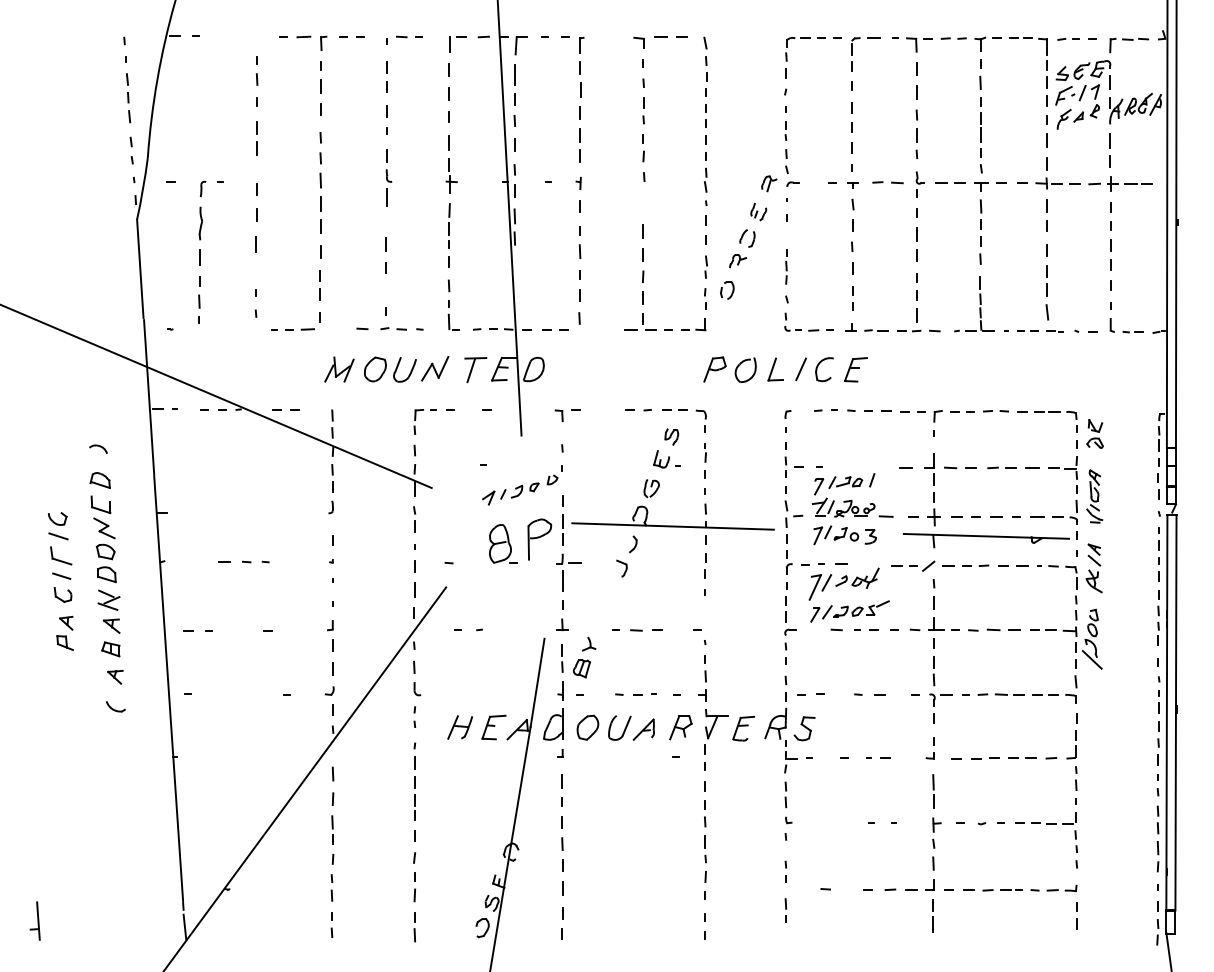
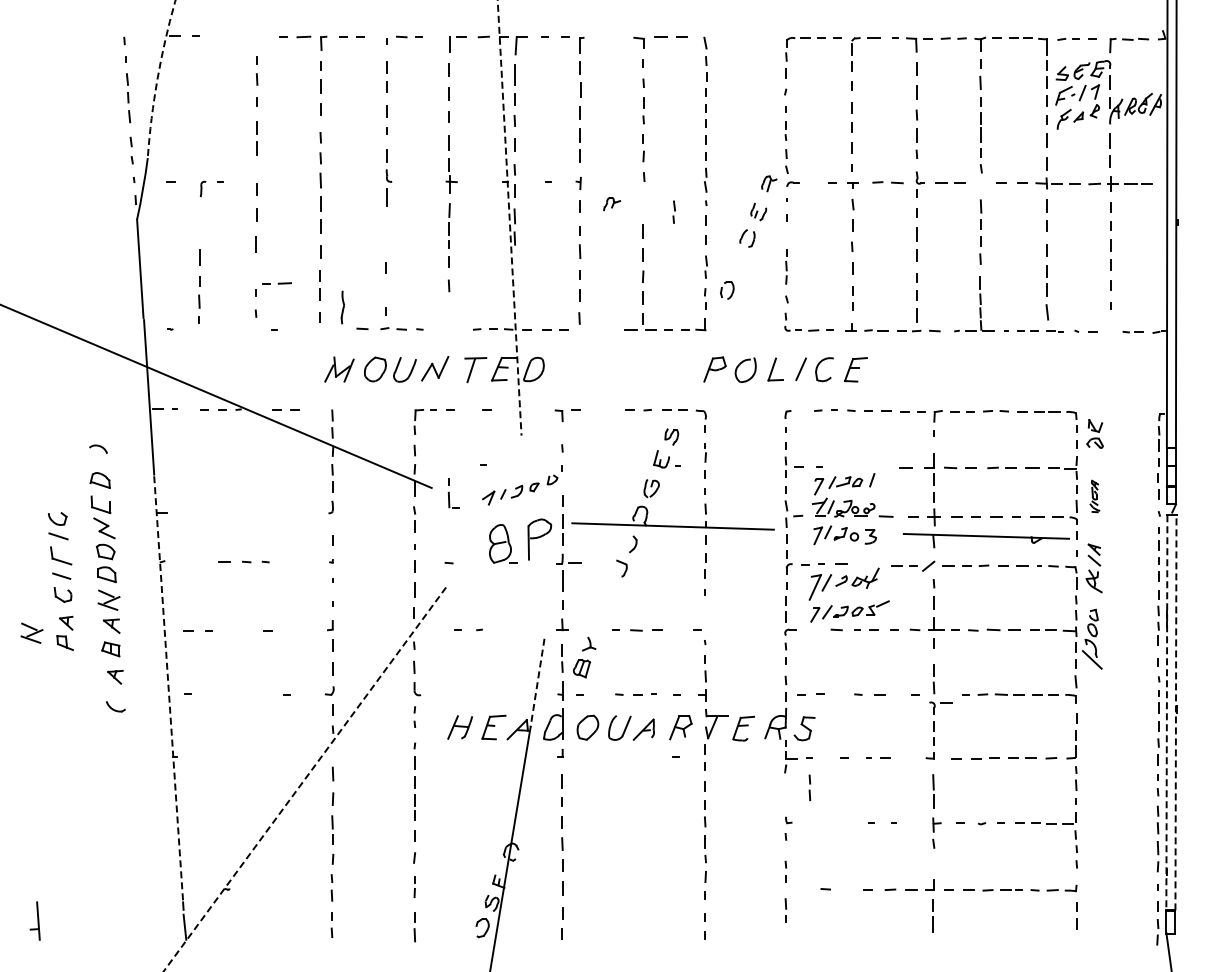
arc at (157, 78): solid -> dashed
part at (981, 186): present -> none
part at (673, 211): none -> present
line at (509, 218): solid -> dashed
part at (200, 223) position: (200, 223) -> (342, 307)
line at (385, 244): present -> none
part at (738, 261) position: (738, 261) -> (612, 204)
part at (453, 315) position: (453, 315) -> (453, 493)
part at (1111, 325): present -> none
line at (300, 329) position: (300, 329) -> (277, 283)
part at (1094, 496) size: 18x55 px -> 12x35 px
part at (31, 632): none -> present
line at (537, 682): solid -> dashed
line at (168, 688): solid -> dashed
part at (940, 689) position: (940, 689) -> (940, 697)
line at (1166, 712): solid -> dashed
line at (1175, 712): solid -> dashed
line at (304, 779): solid -> dashed
part at (785, 794) position: (785, 794) -> (809, 787)
line at (933, 863): present -> none
part at (414, 887) size: 3x31 px -> 3x22 px
